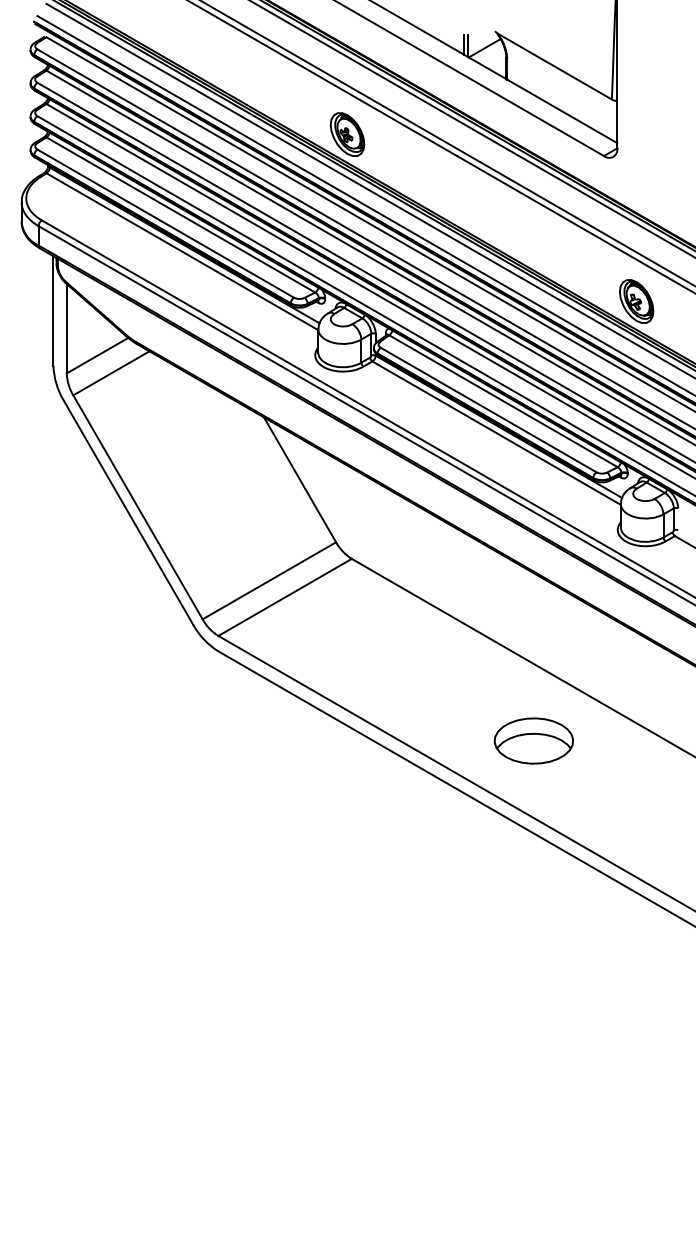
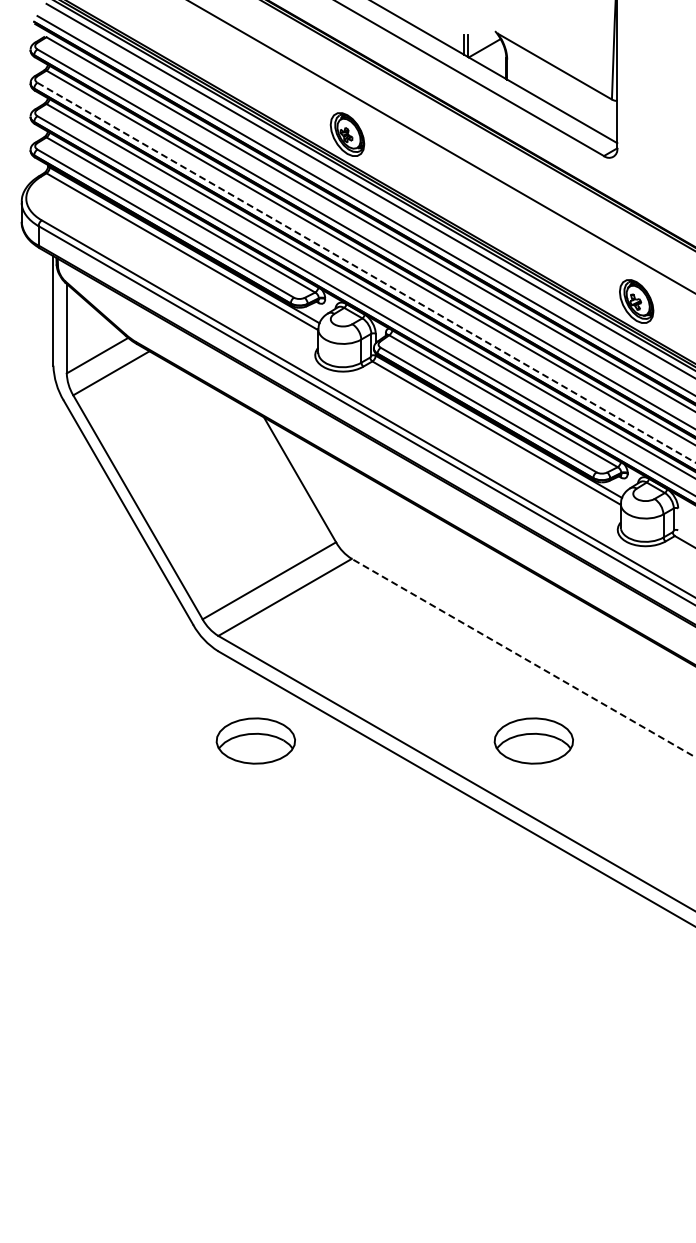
line at (472, 129): present -> none
line at (447, 143): present -> none
line at (366, 272): solid -> dashed
line at (523, 657): solid -> dashed
part at (255, 740): none -> present
